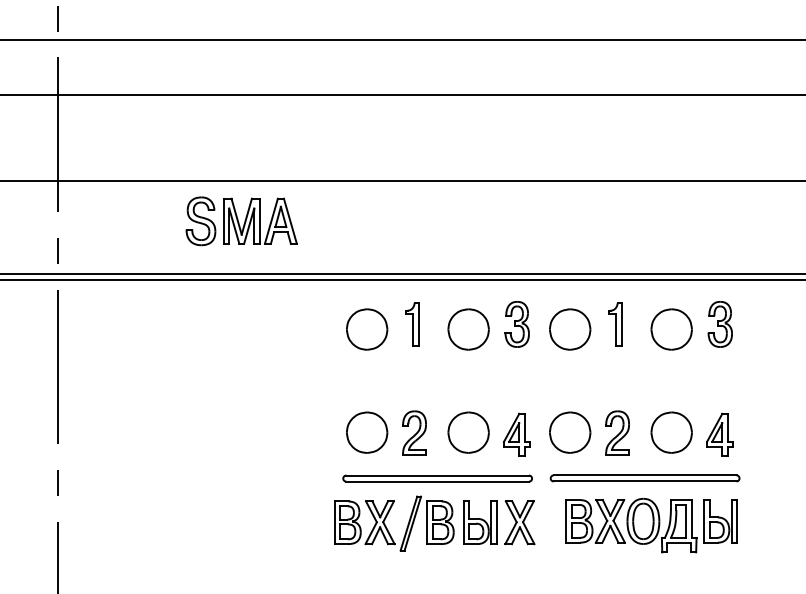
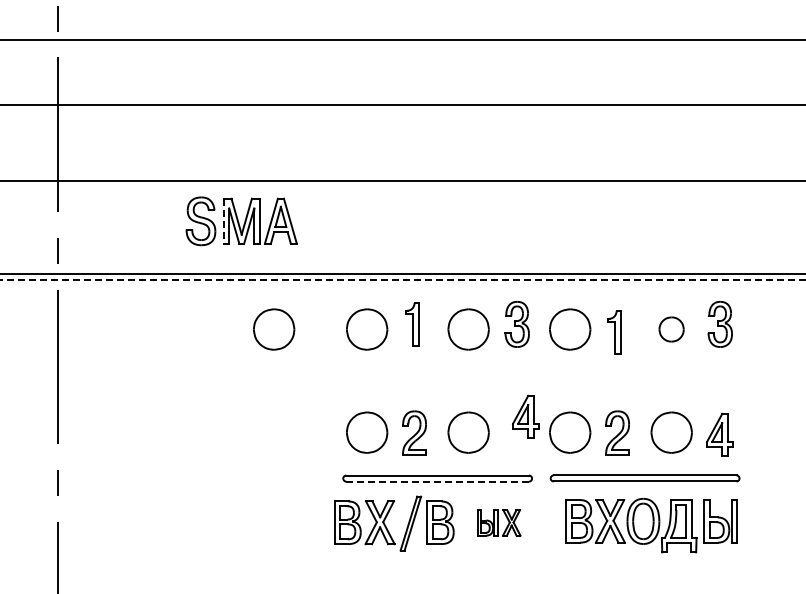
line at (402, 95) position: (402, 95) -> (402, 105)
line at (223, 221): solid -> dashed
line at (403, 280): solid -> dashed
part at (615, 324) position: (615, 324) -> (614, 332)
part at (274, 329): none -> present
part at (671, 329) size: 43x43 px -> 27x27 px
part at (516, 434) position: (516, 434) -> (525, 416)
line at (438, 481): solid -> dashed
part at (499, 522) size: 73x46 px -> 45x28 px
